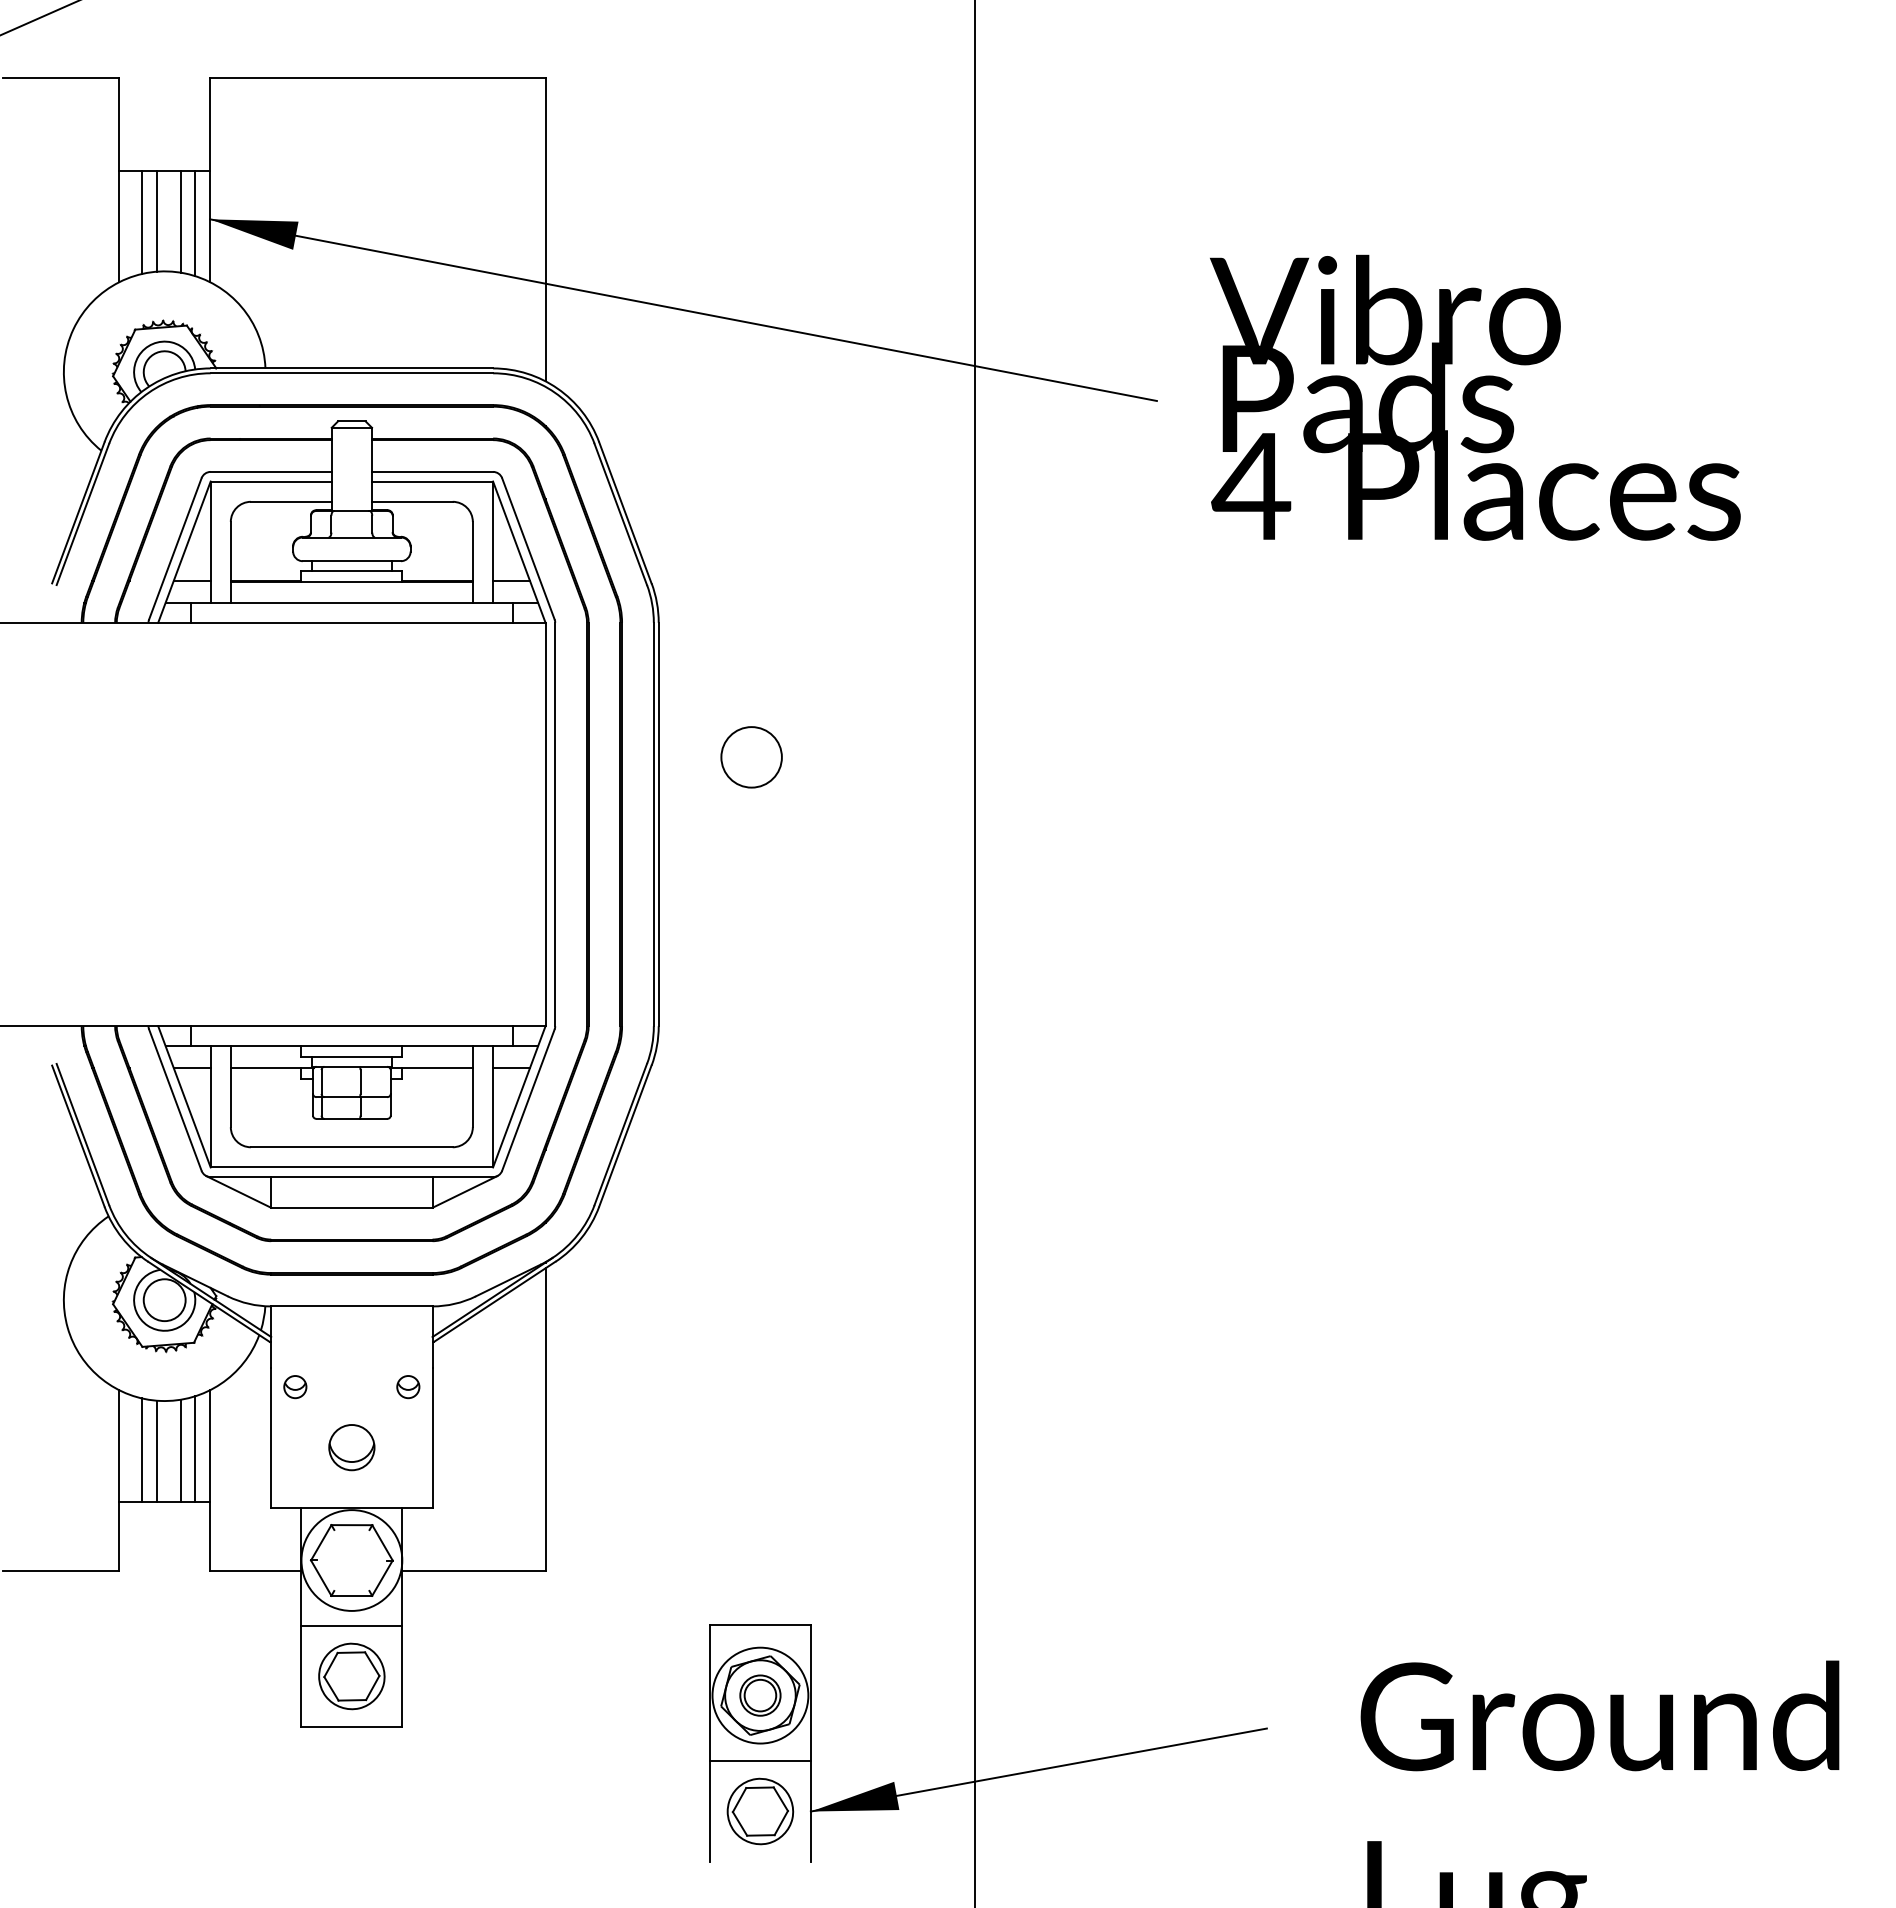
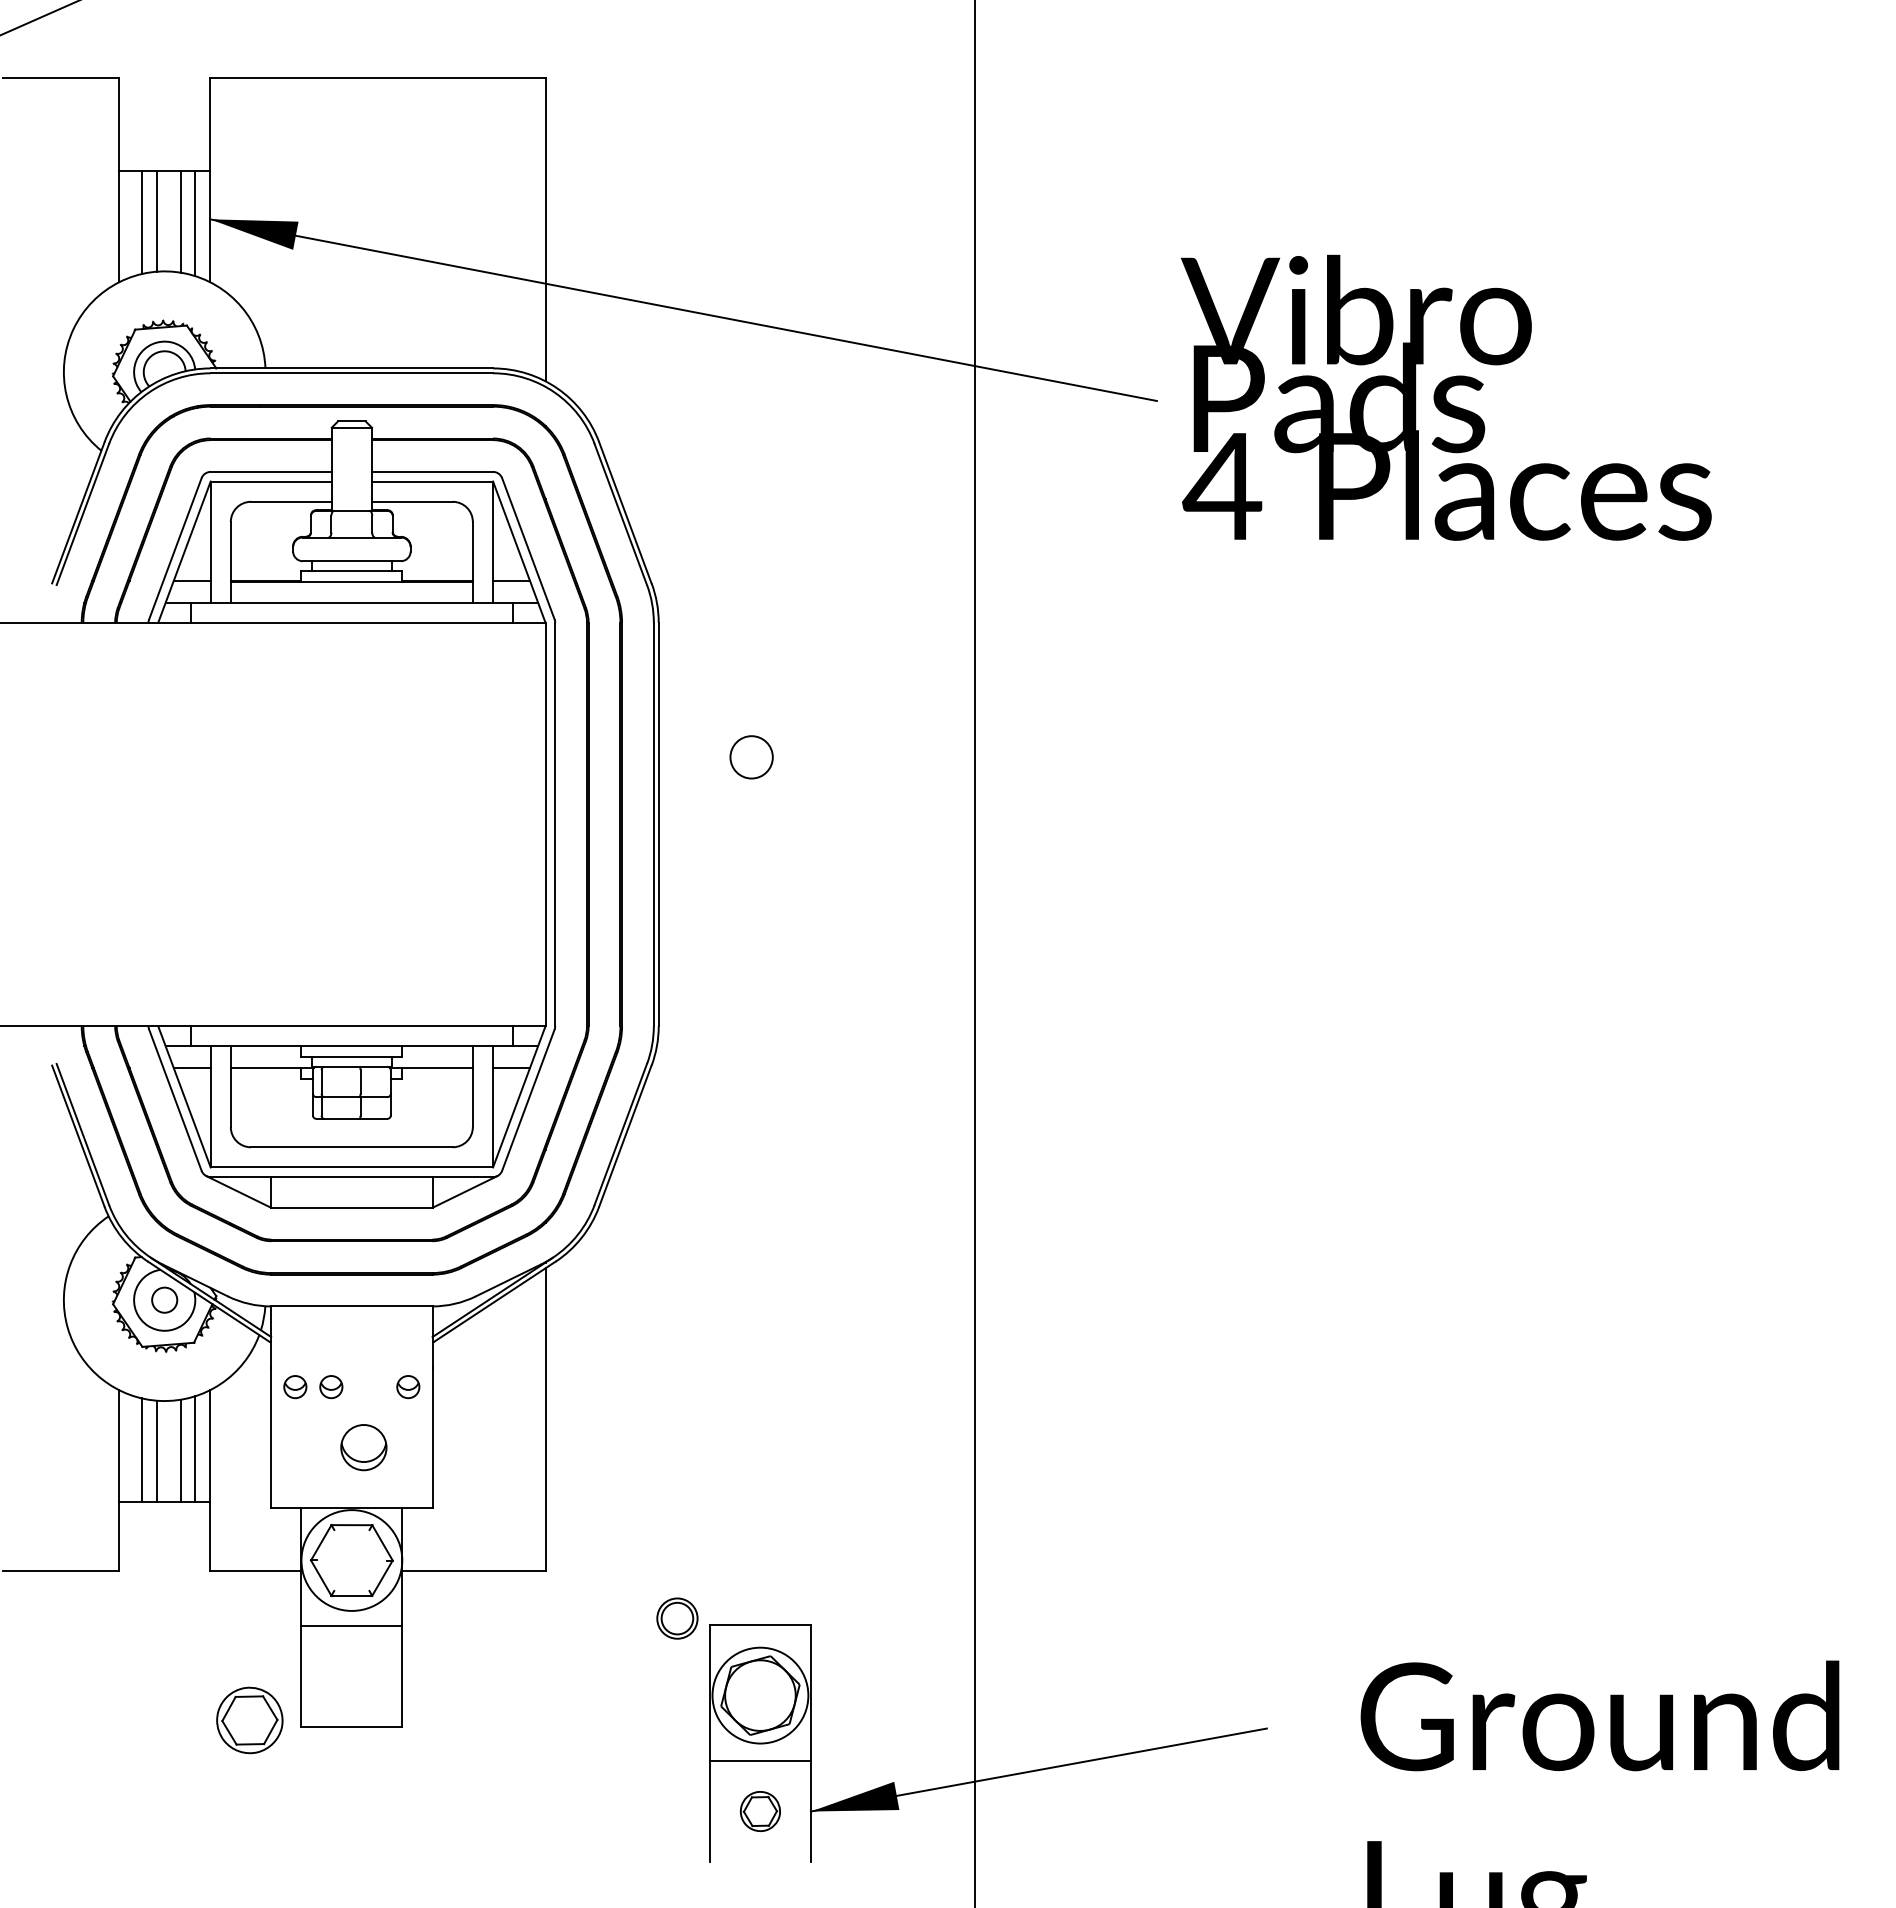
text at (1475, 397) position: (1475, 397) -> (1446, 397)
circle at (751, 757) diameter: 61 px -> 42 px
circle at (164, 1300) diameter: 42 px -> 25 px
part at (331, 1387): none -> present
part at (351, 1447) position: (351, 1447) -> (363, 1447)
part at (351, 1676) position: (351, 1676) -> (249, 1720)
part at (760, 1695) position: (760, 1695) -> (677, 1618)
part at (760, 1811) size: 69x69 px -> 42x41 px
